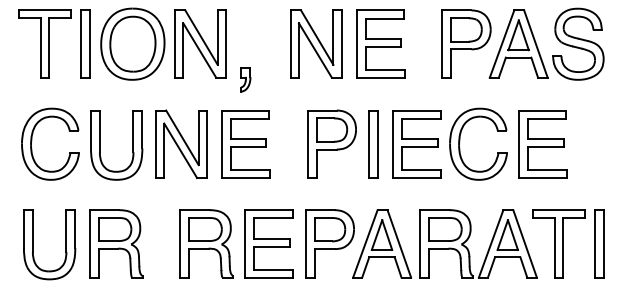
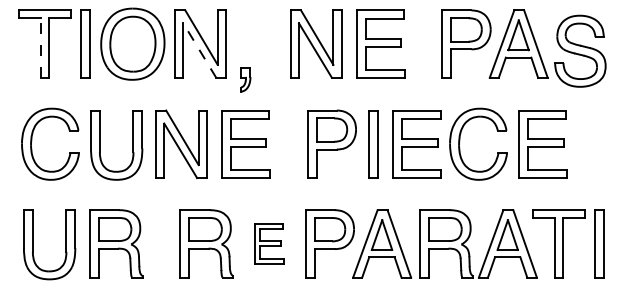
part at (578, 43) position: (578, 43) -> (580, 50)
line at (40, 48): solid -> dashed
line at (199, 50): solid -> dashed
part at (268, 243) size: 50x70 px -> 31x42 px
